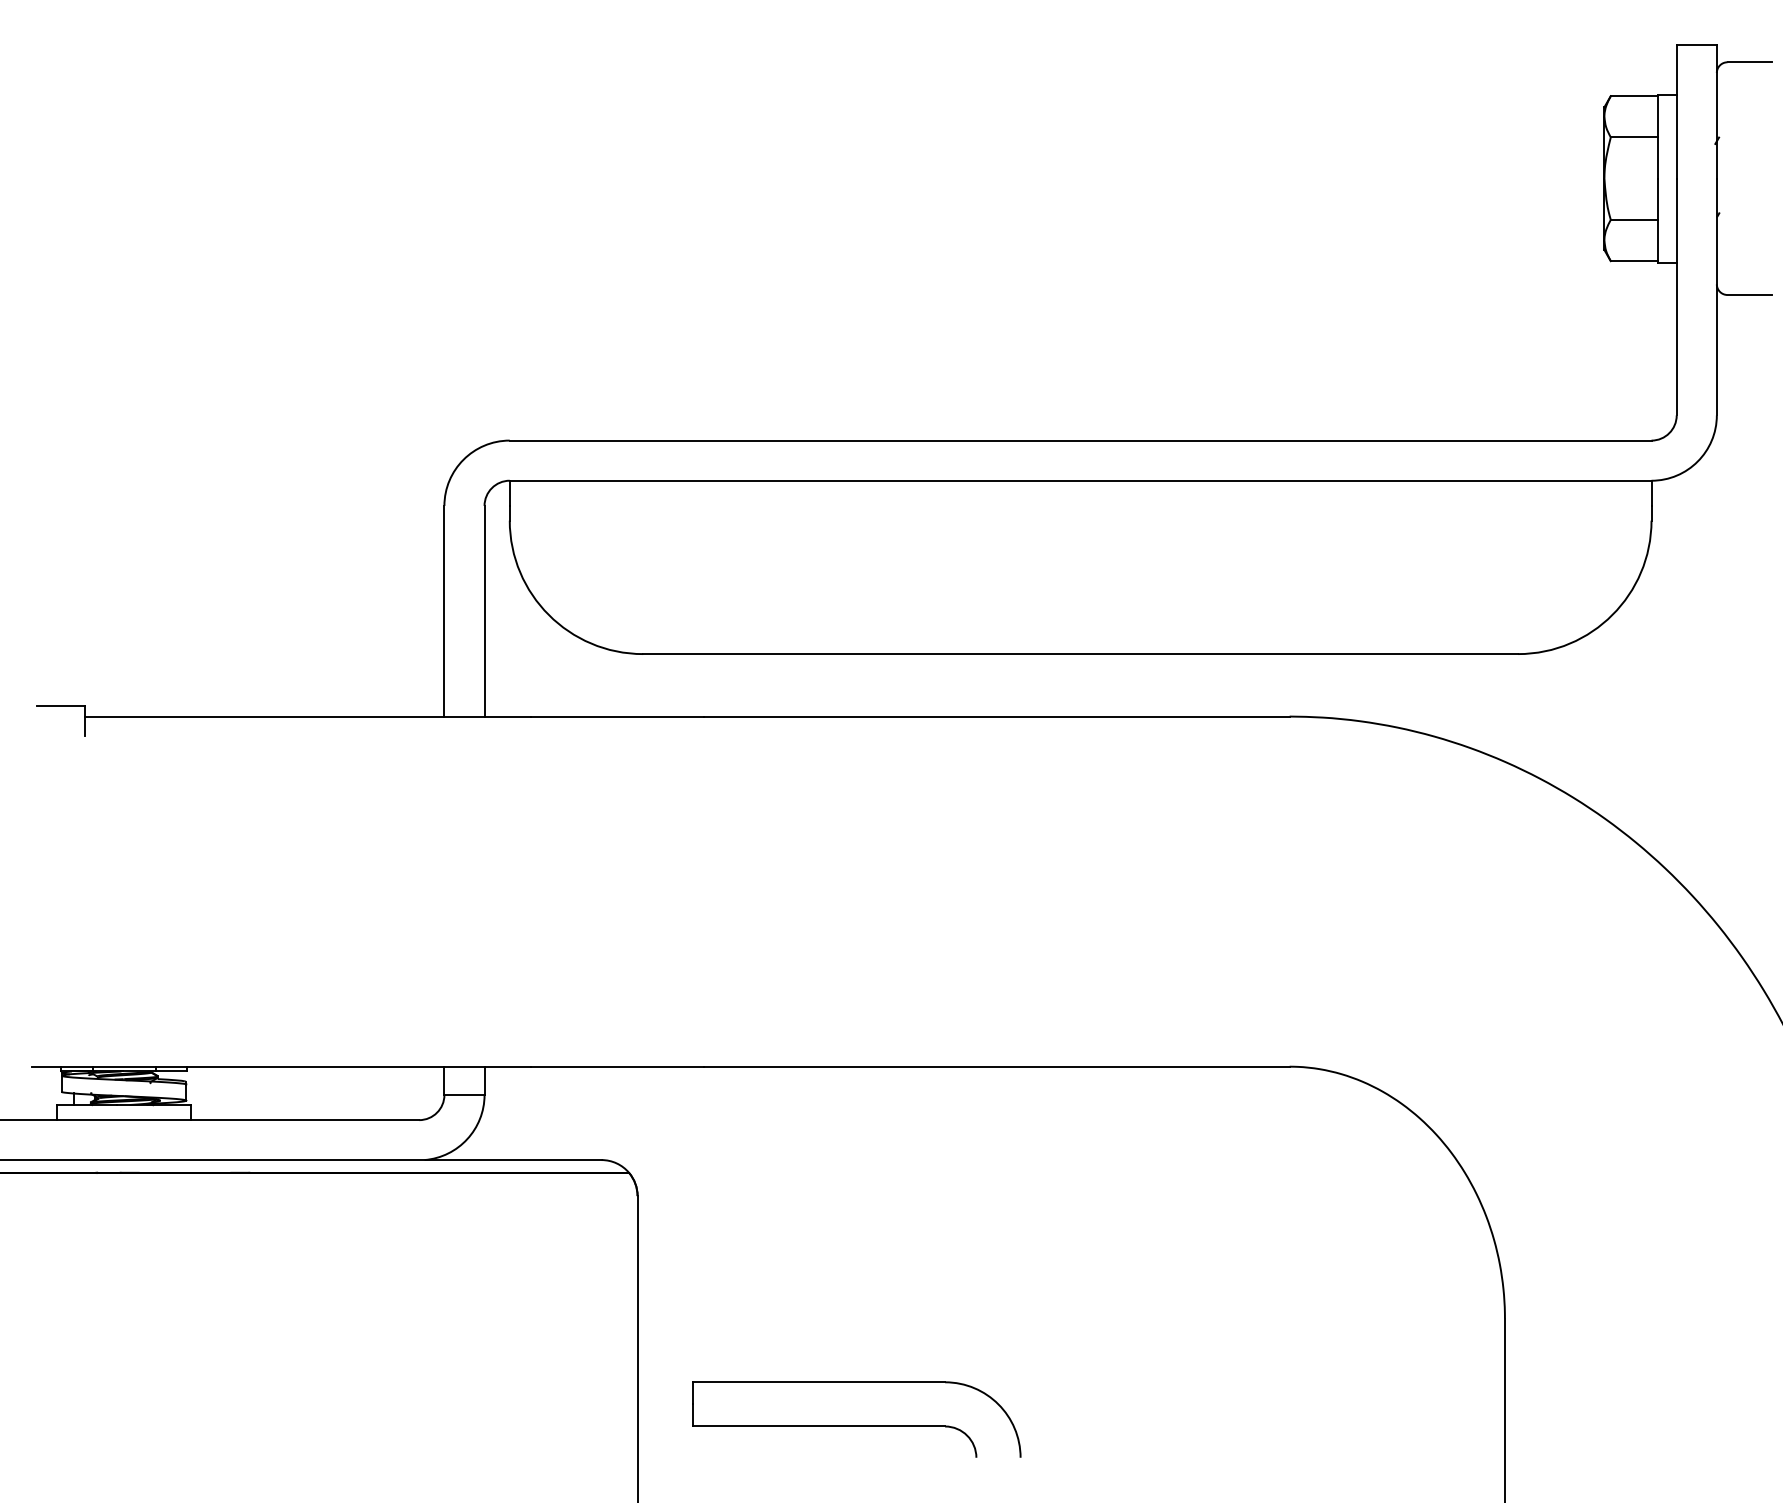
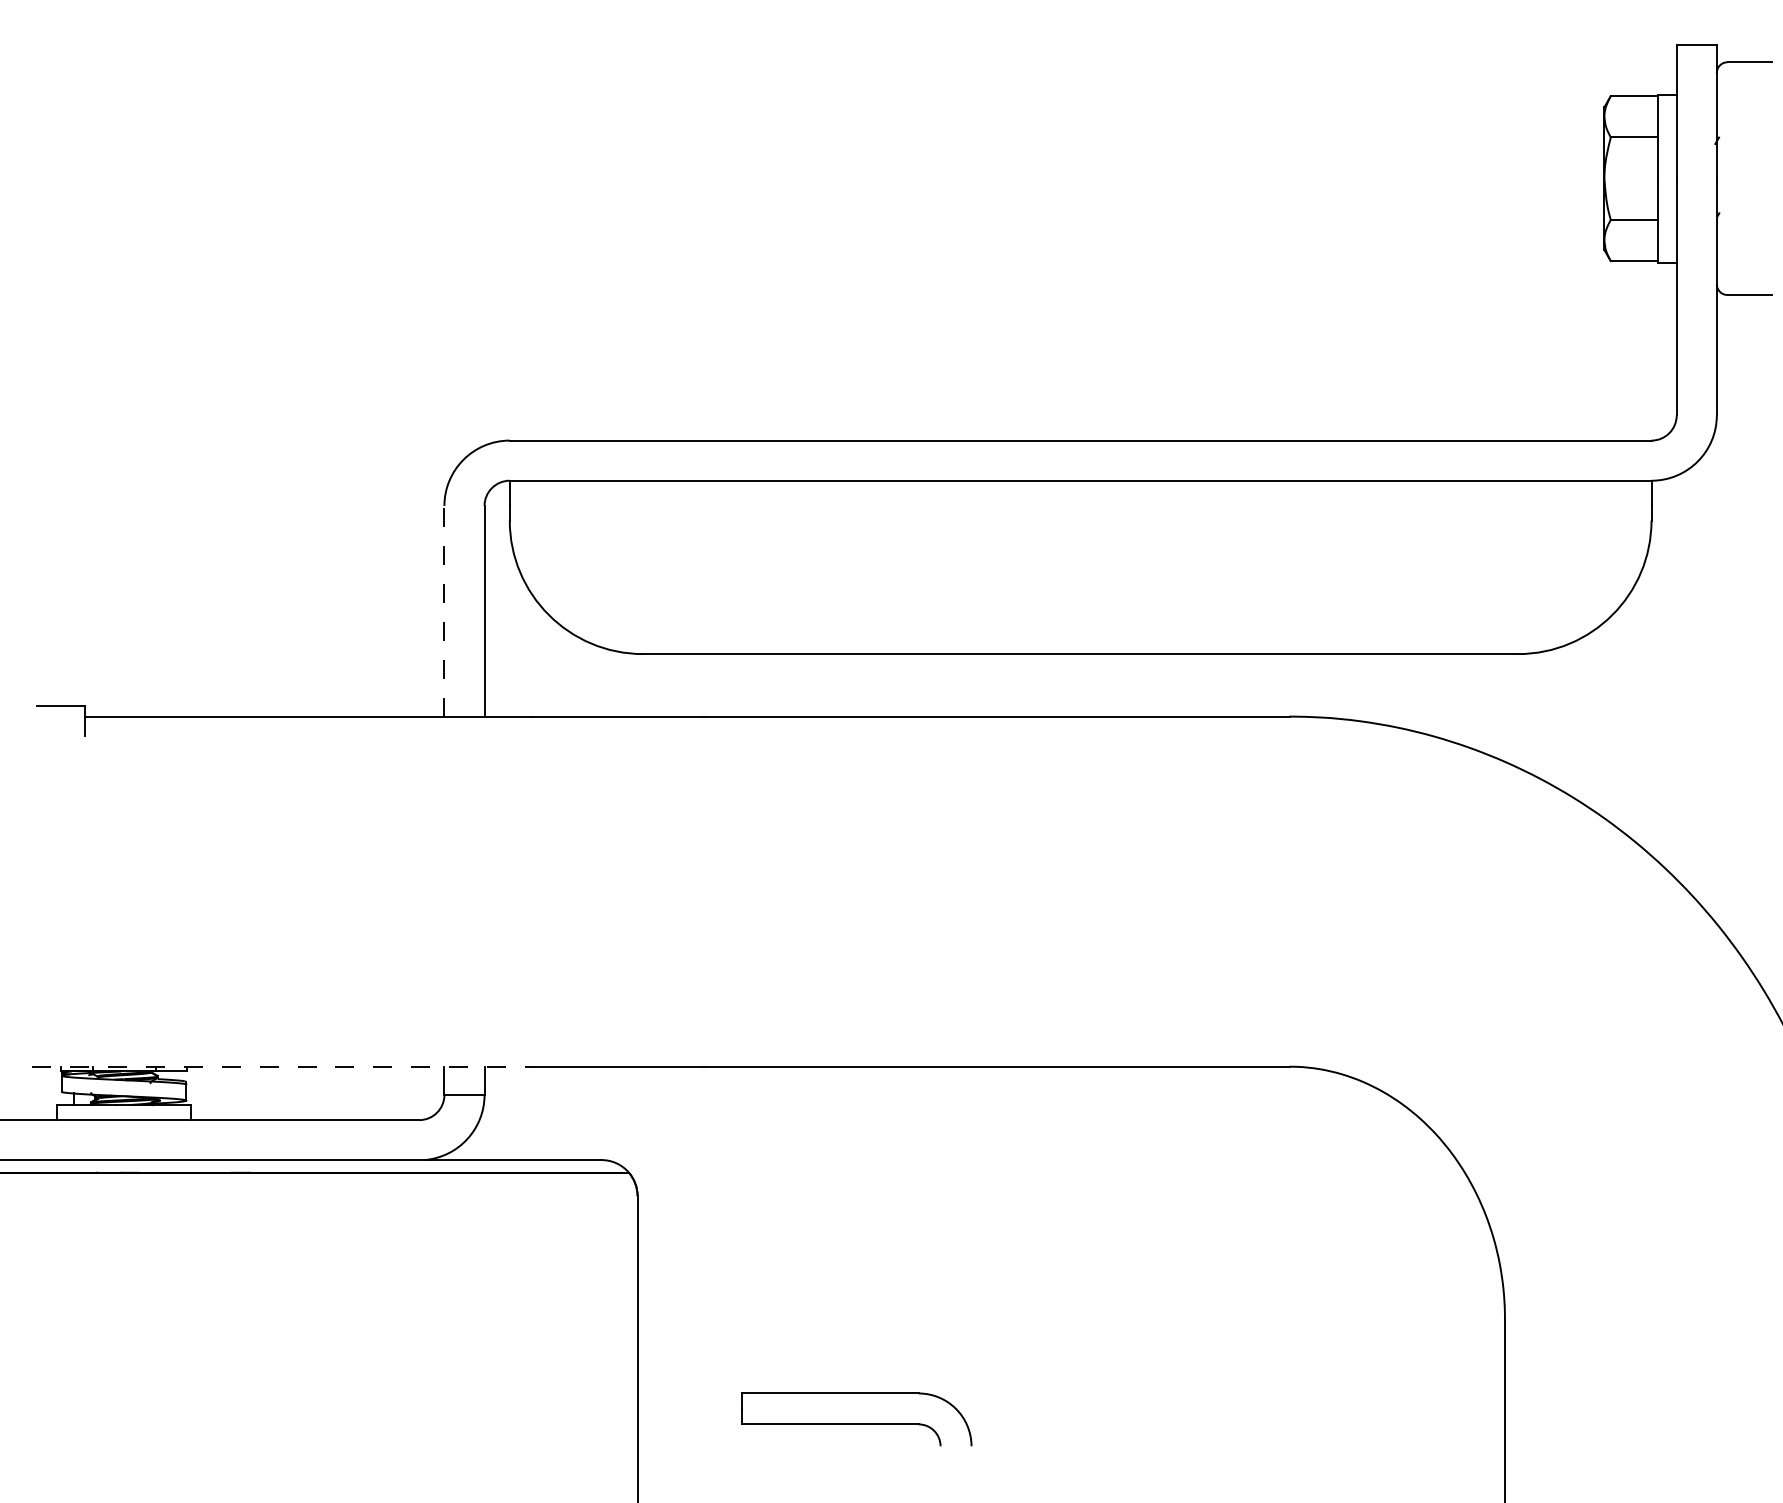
line at (444, 610): solid -> dashed
line at (281, 1066): solid -> dashed
part at (856, 1419) size: 330x77 px -> 232x55 px
